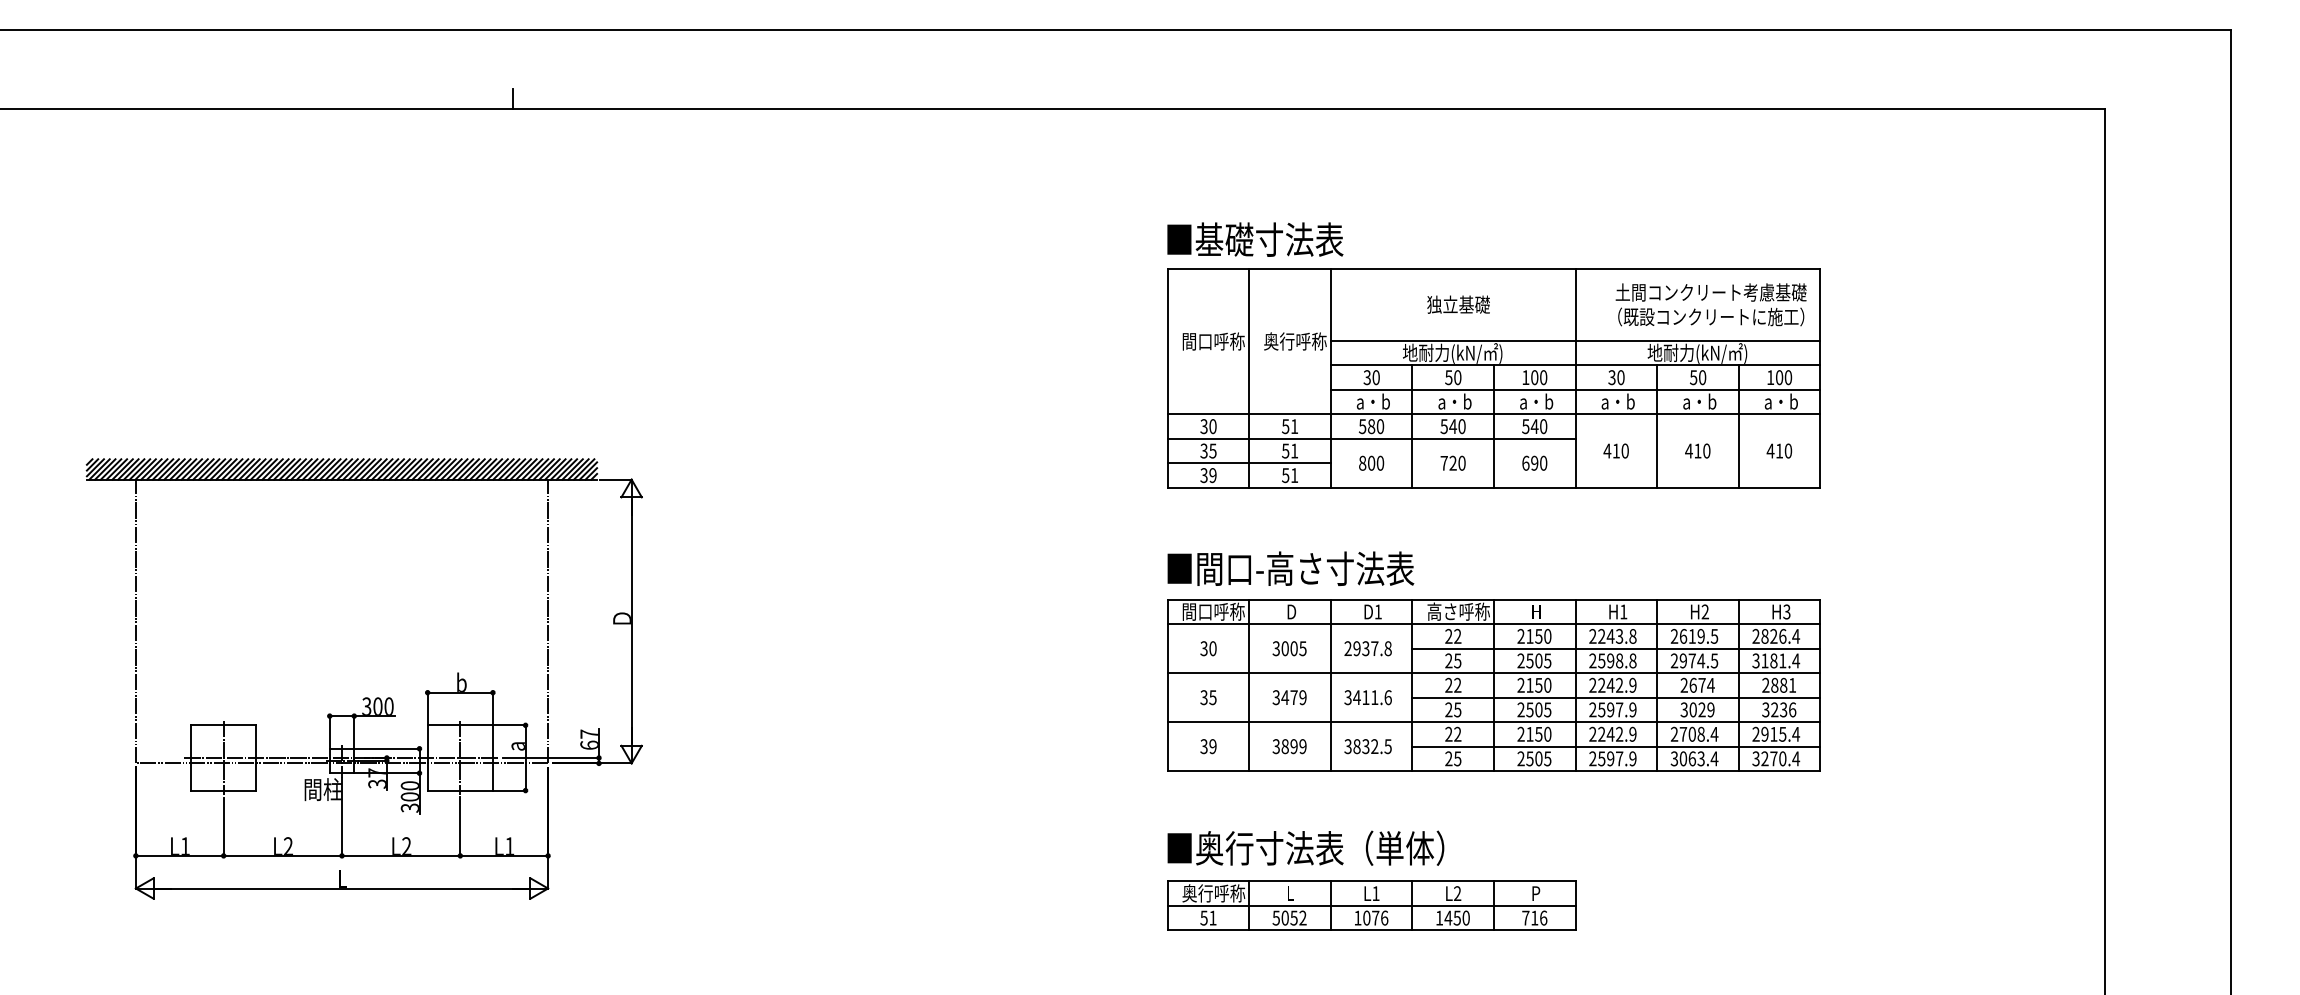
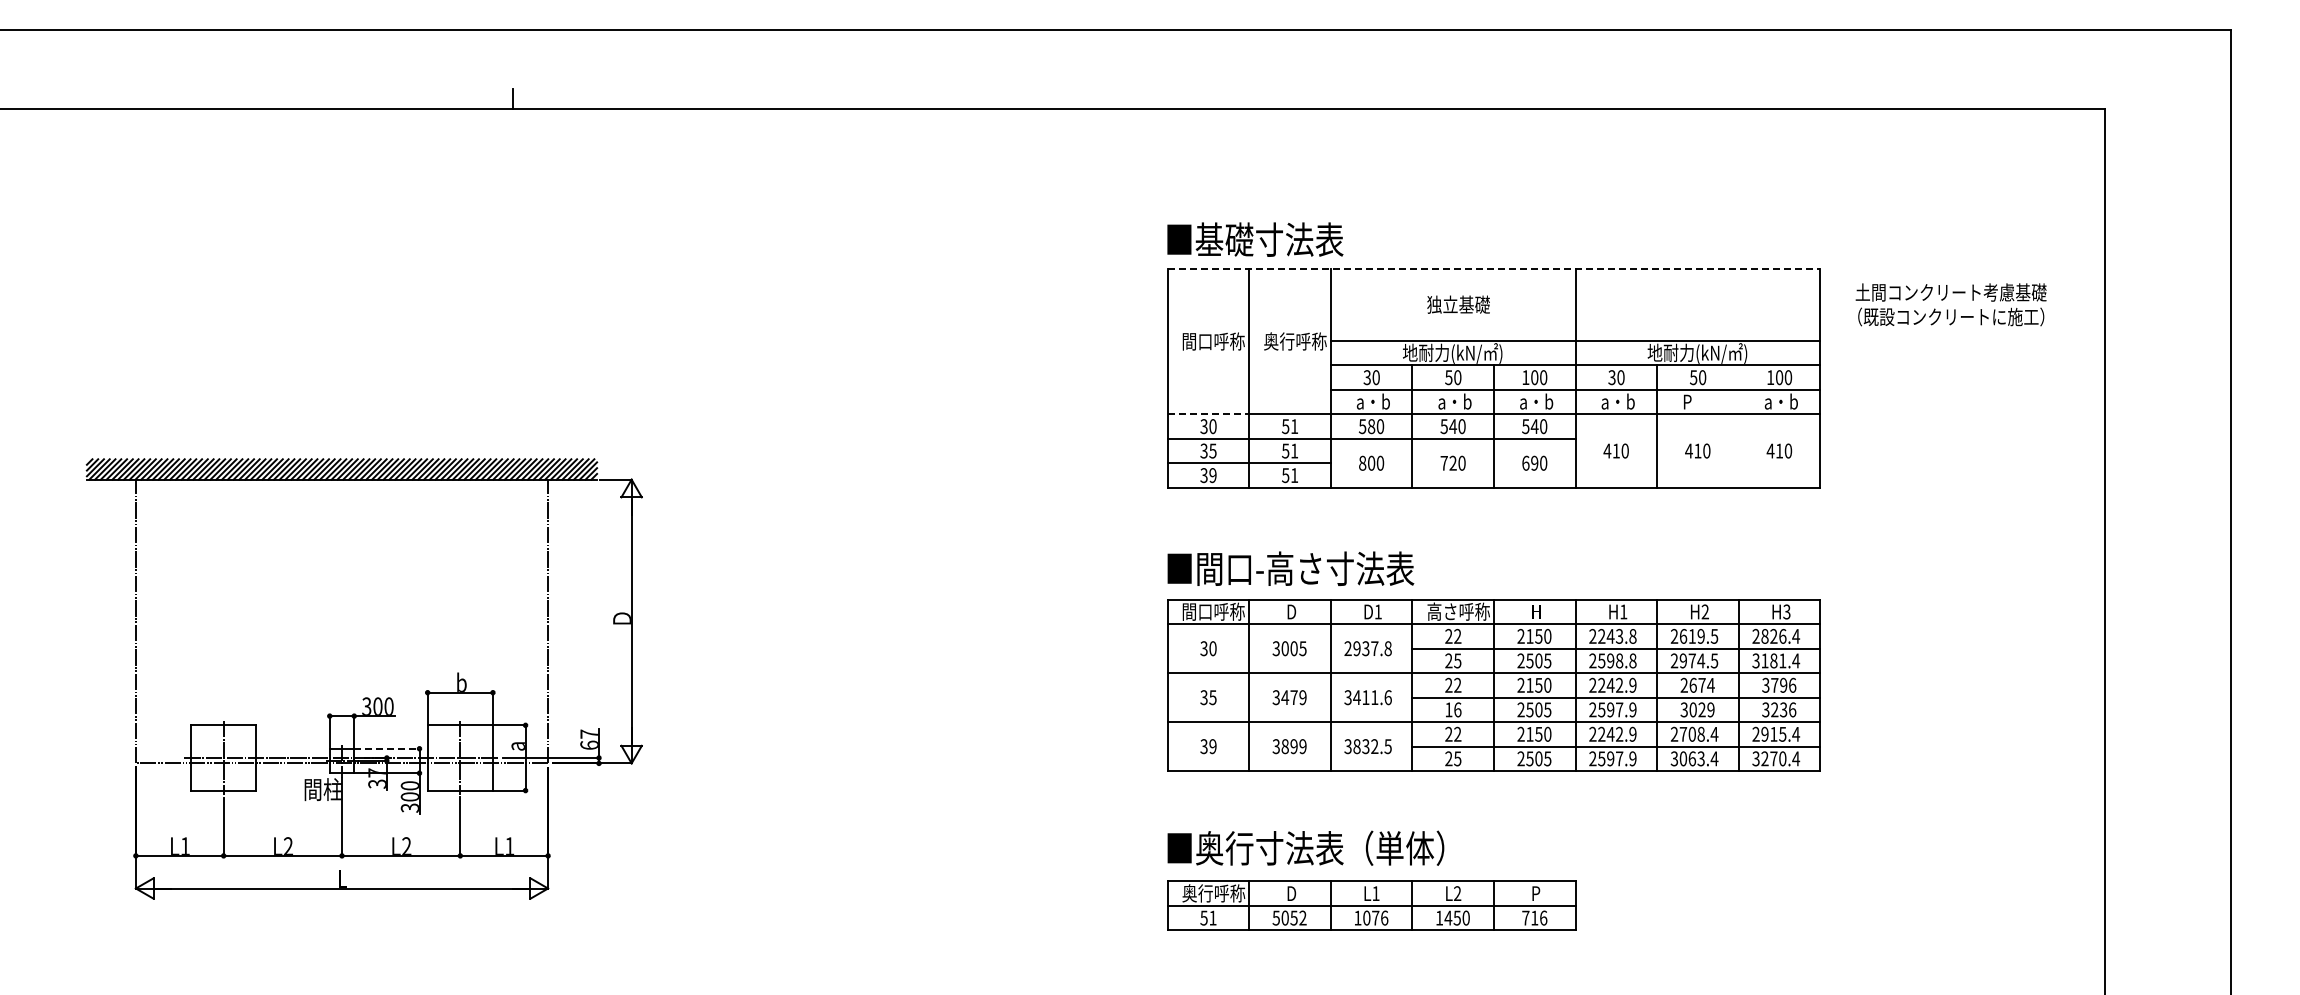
line at (1494, 269): solid -> dashed
text at (1710, 304) position: (1710, 304) -> (1950, 304)
text at (1699, 401): a・b -> P
line at (1208, 414): solid -> dashed
line at (1738, 426): present -> none
text at (1779, 684): 2881 -> 3796
text at (1453, 709): 25 -> 16
line at (386, 748): solid -> dashed
text at (1291, 893): L -> D
